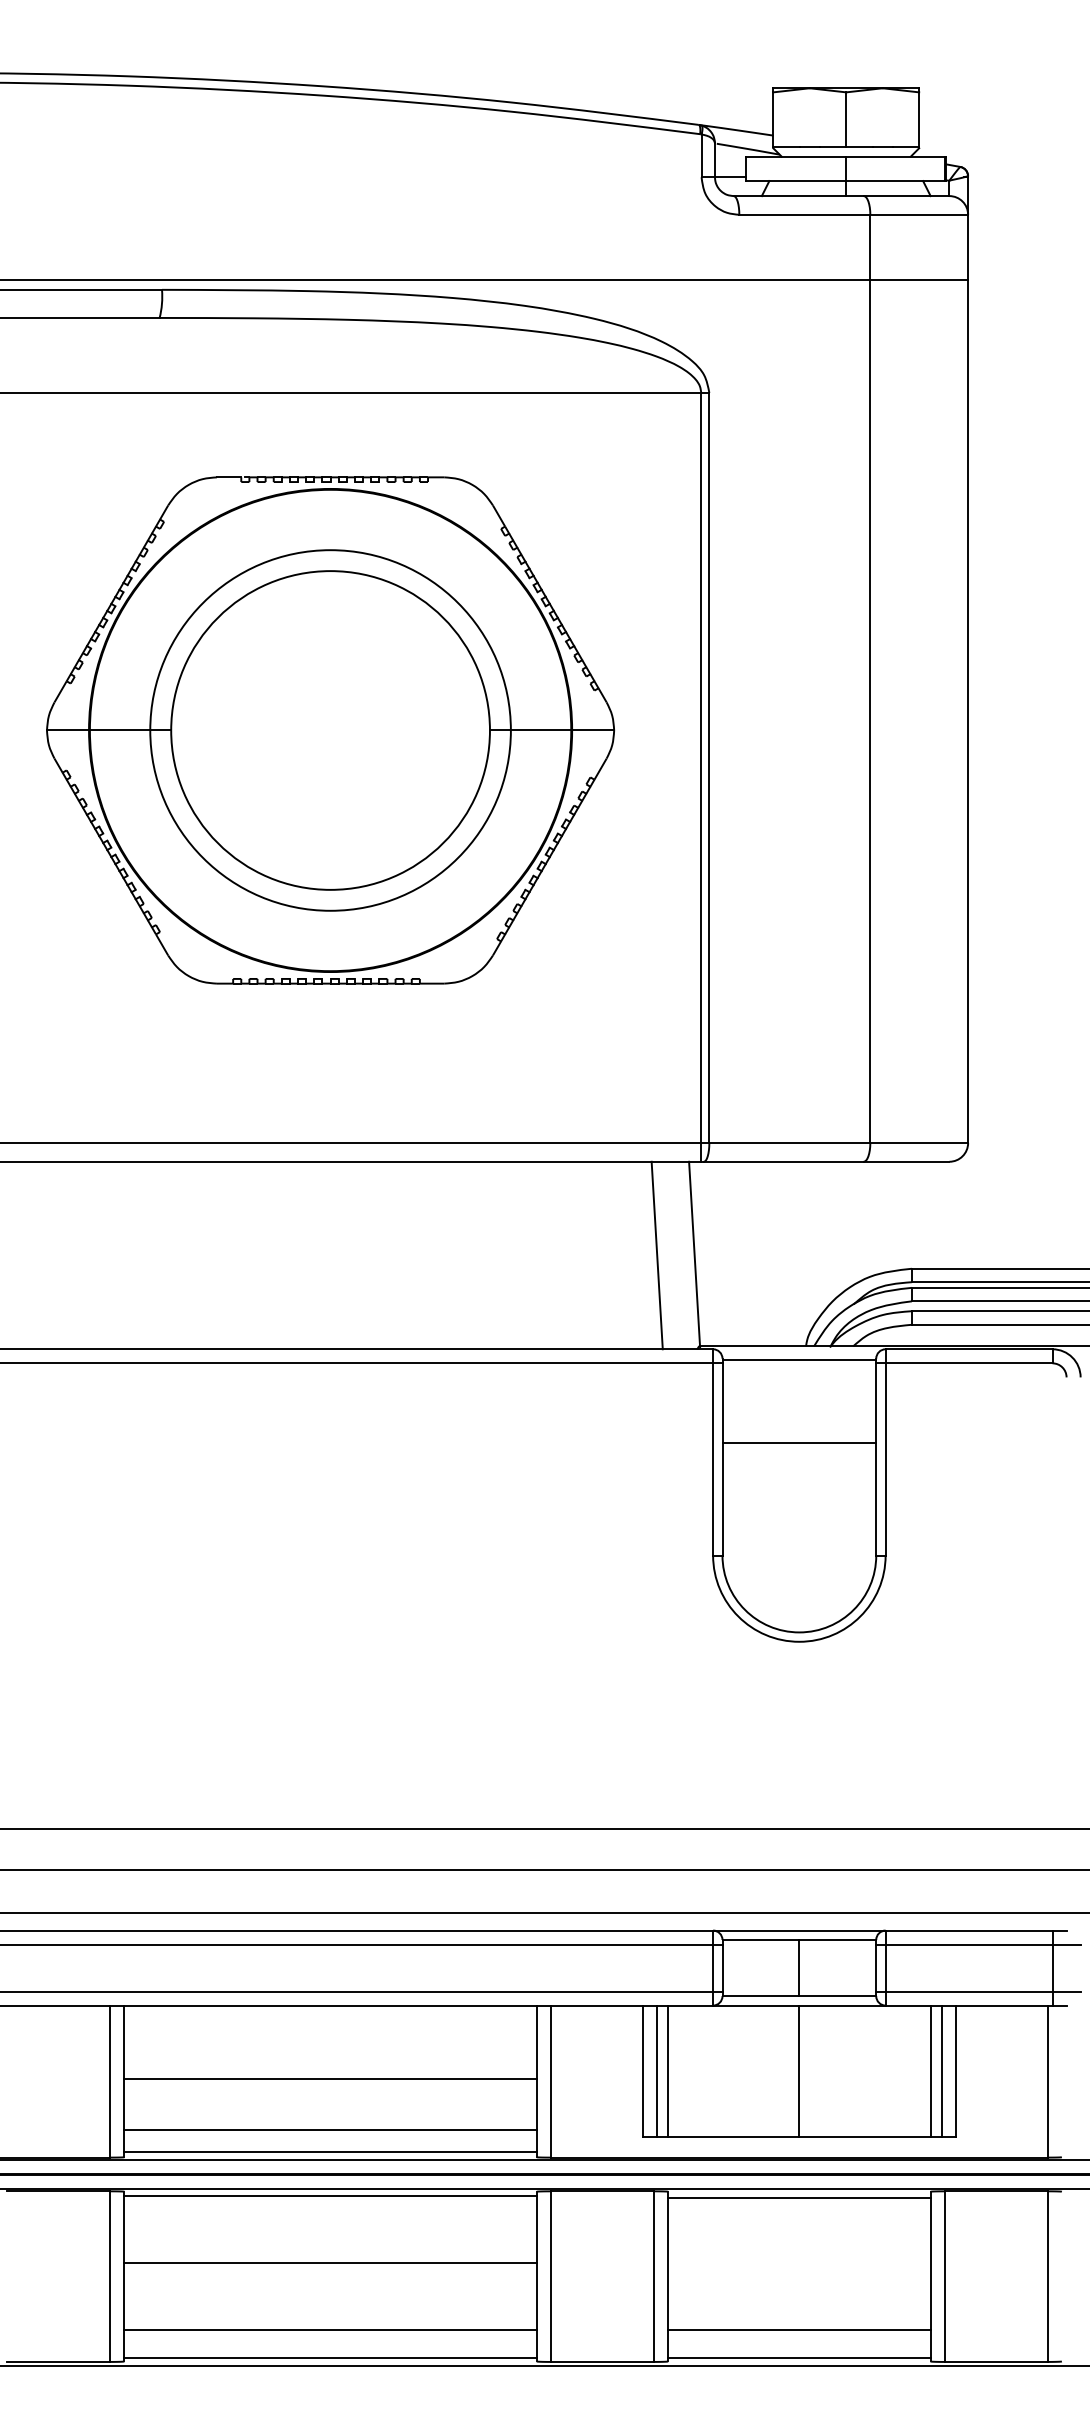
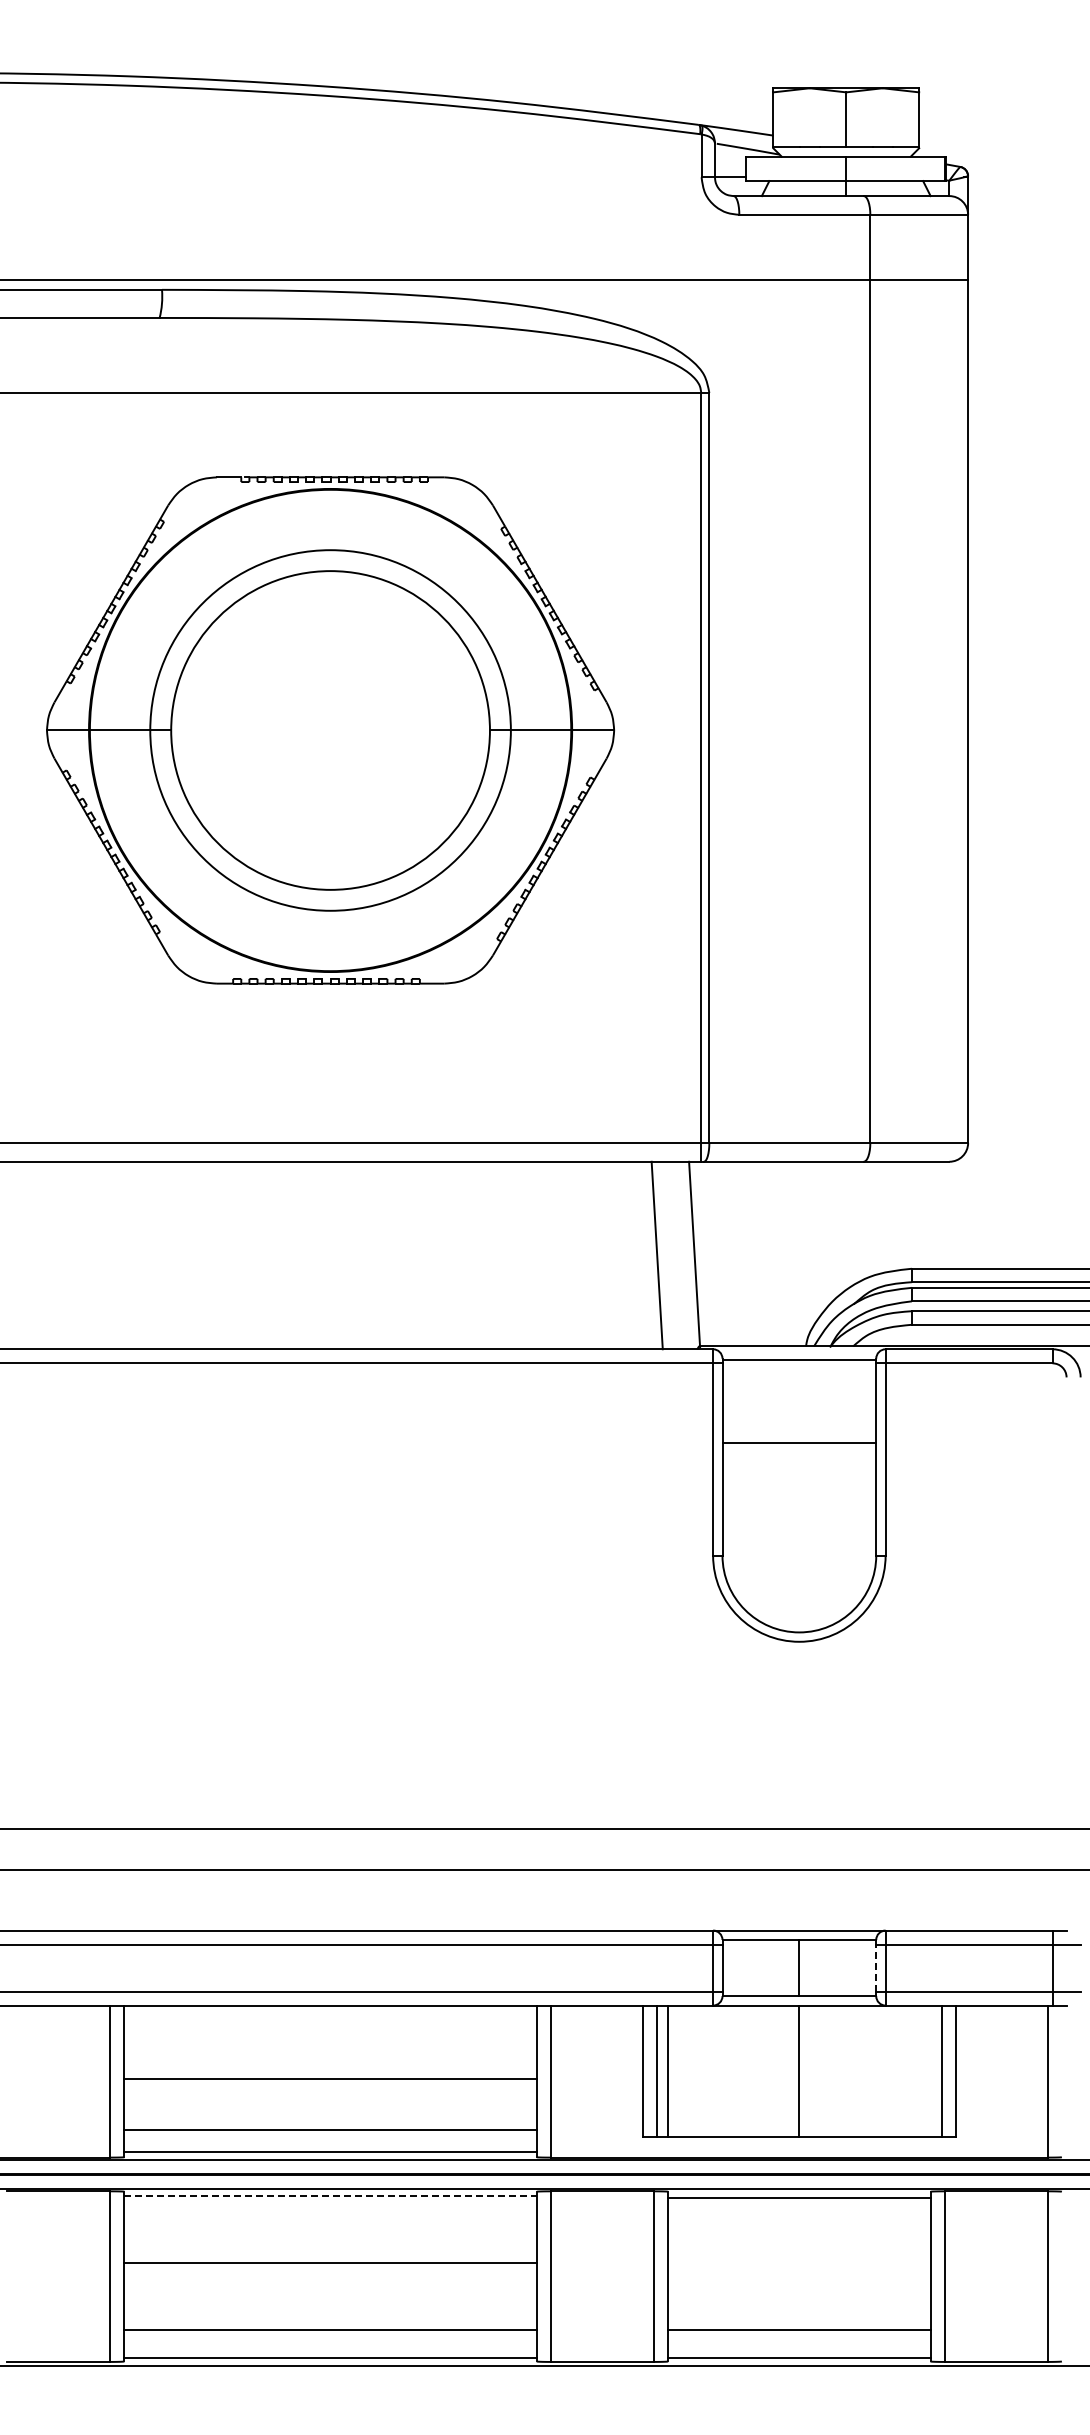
line at (544, 1913): present -> none
line at (876, 1967): solid -> dashed
line at (930, 2070): present -> none
line at (331, 2195): solid -> dashed
